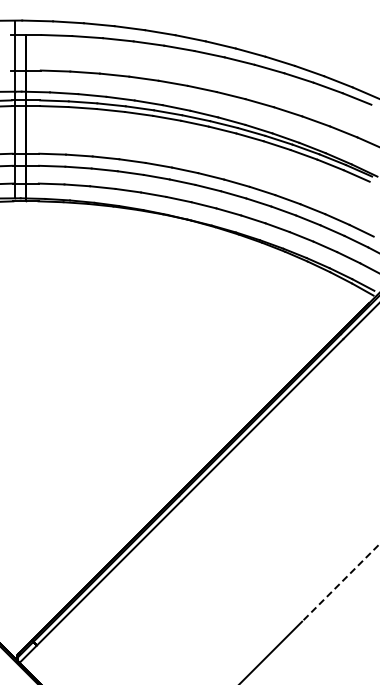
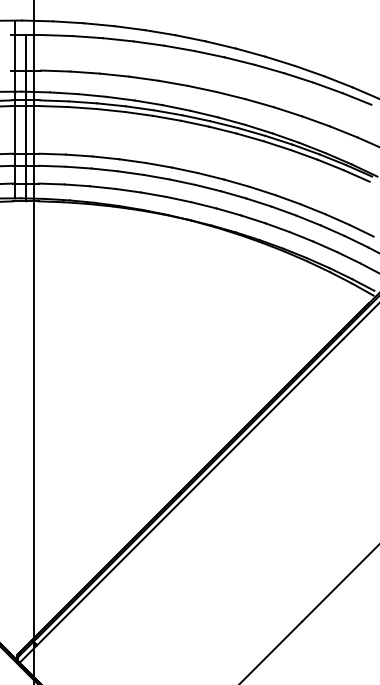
line at (34, 341): none -> present
line at (340, 582): dashed -> solid
